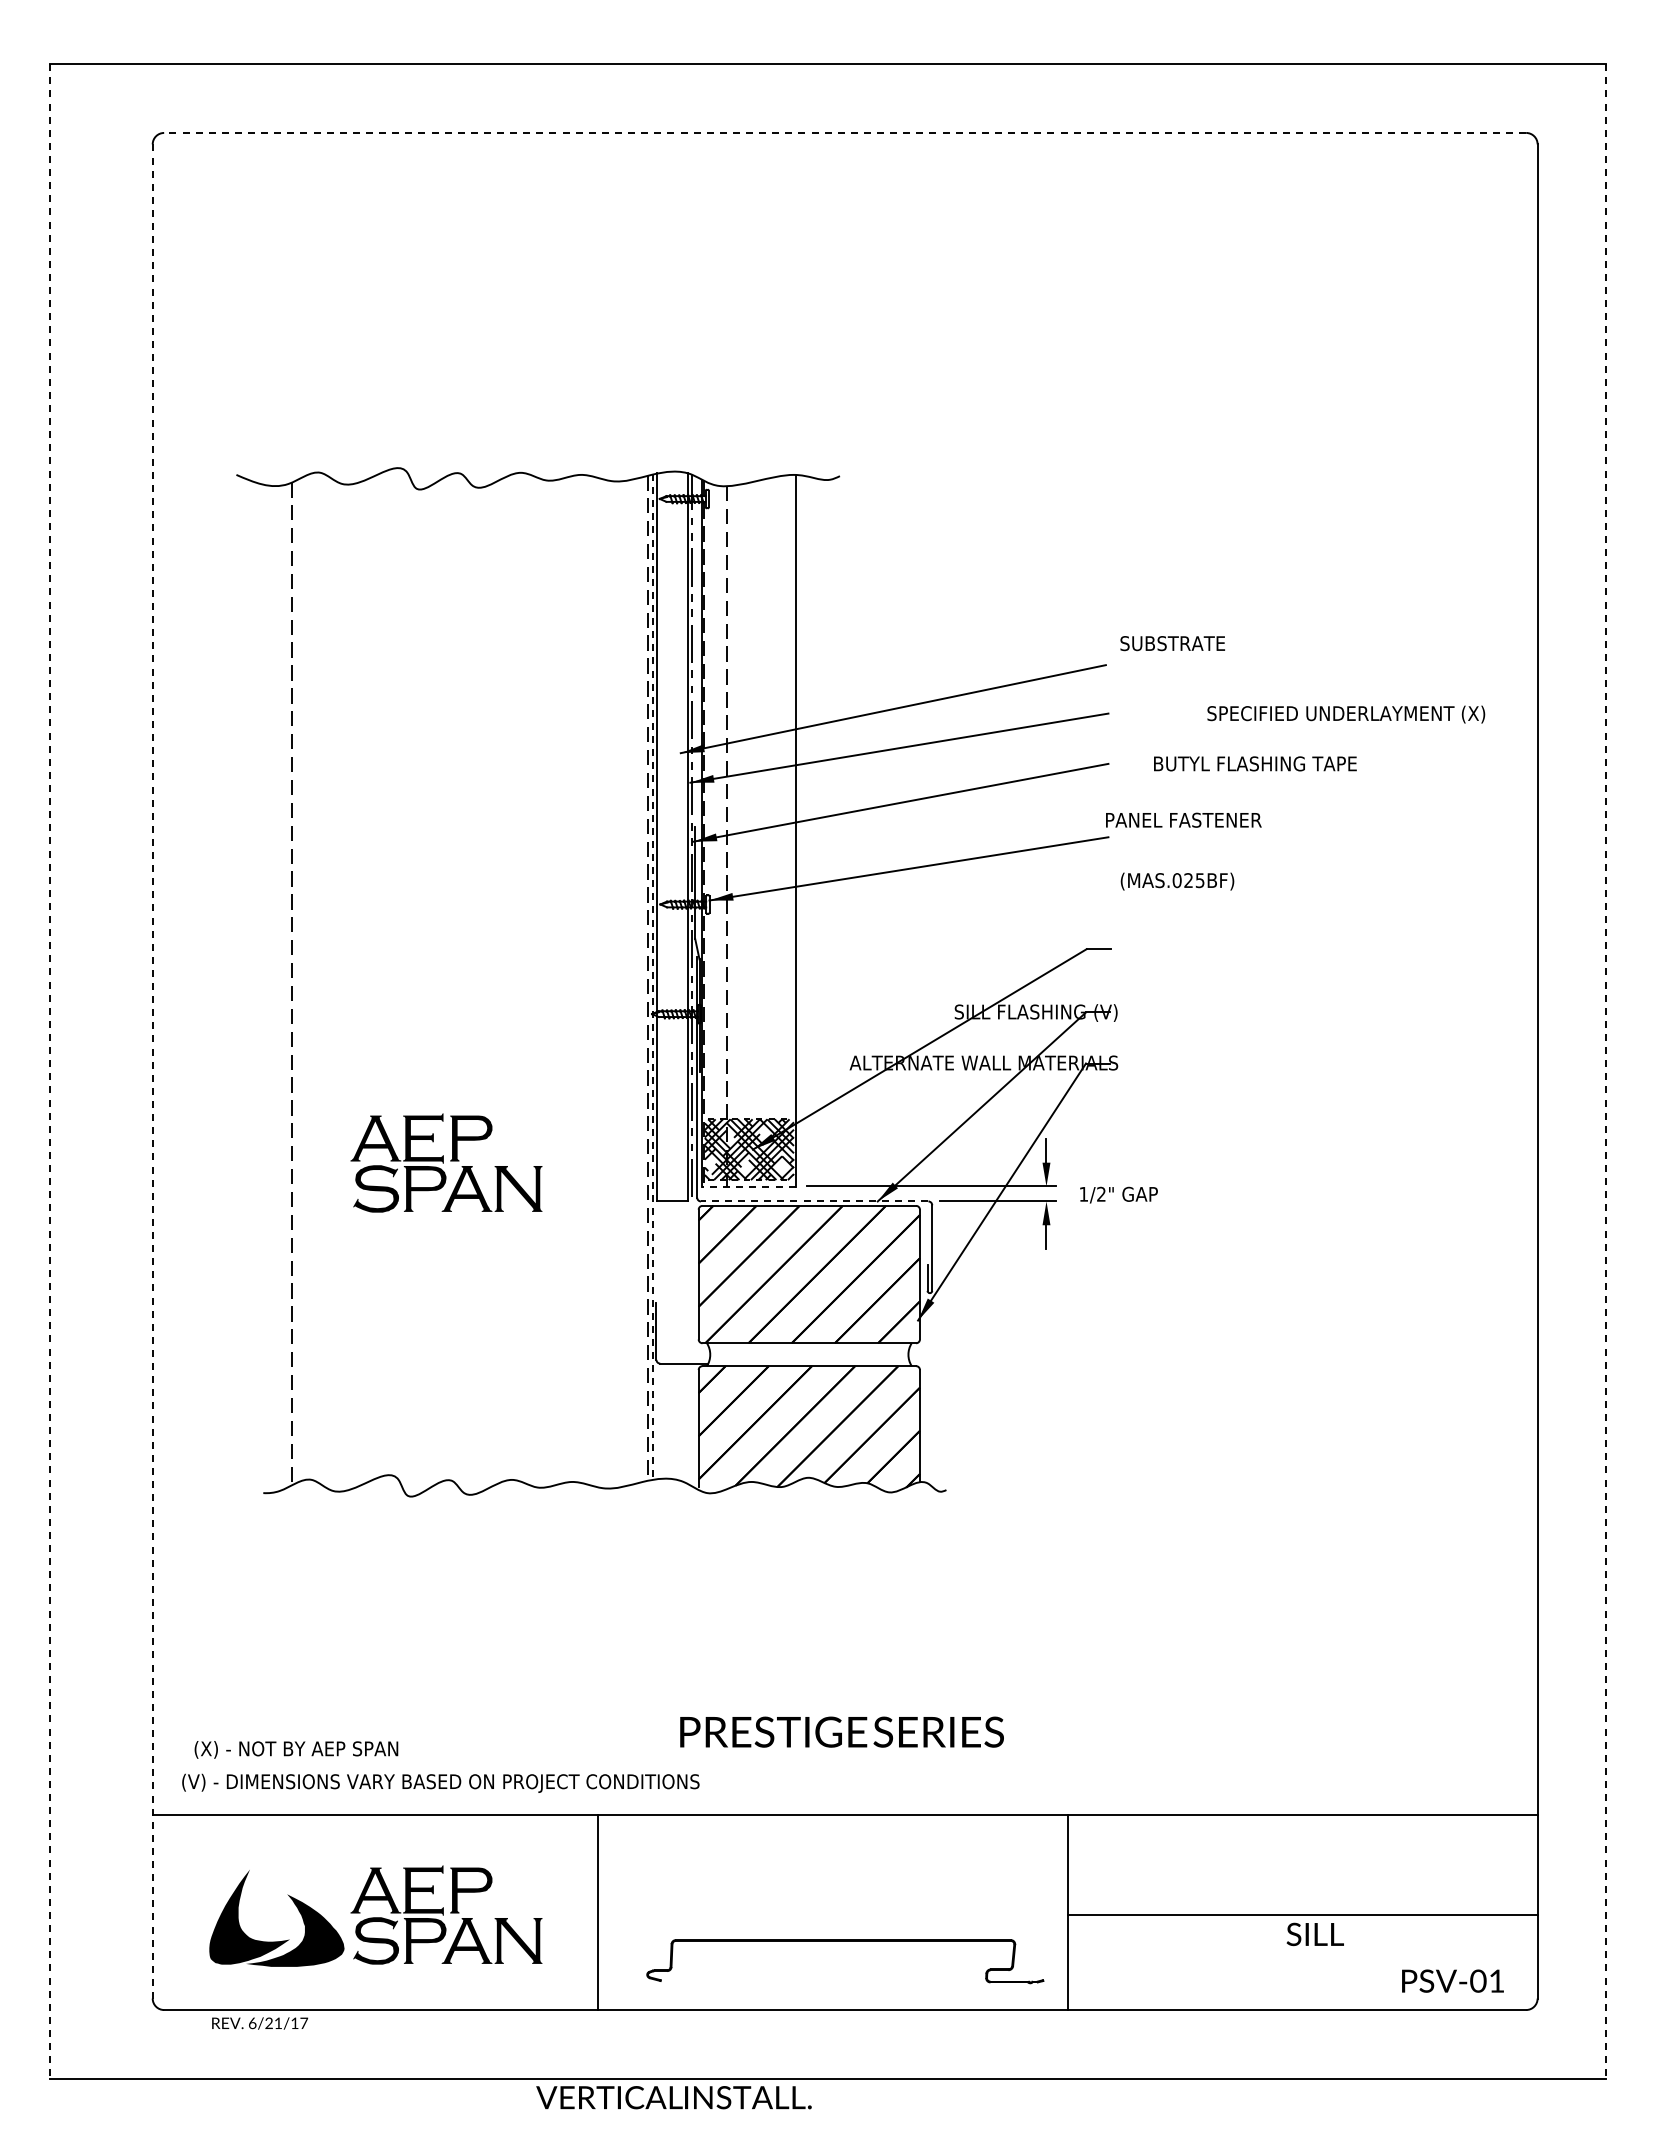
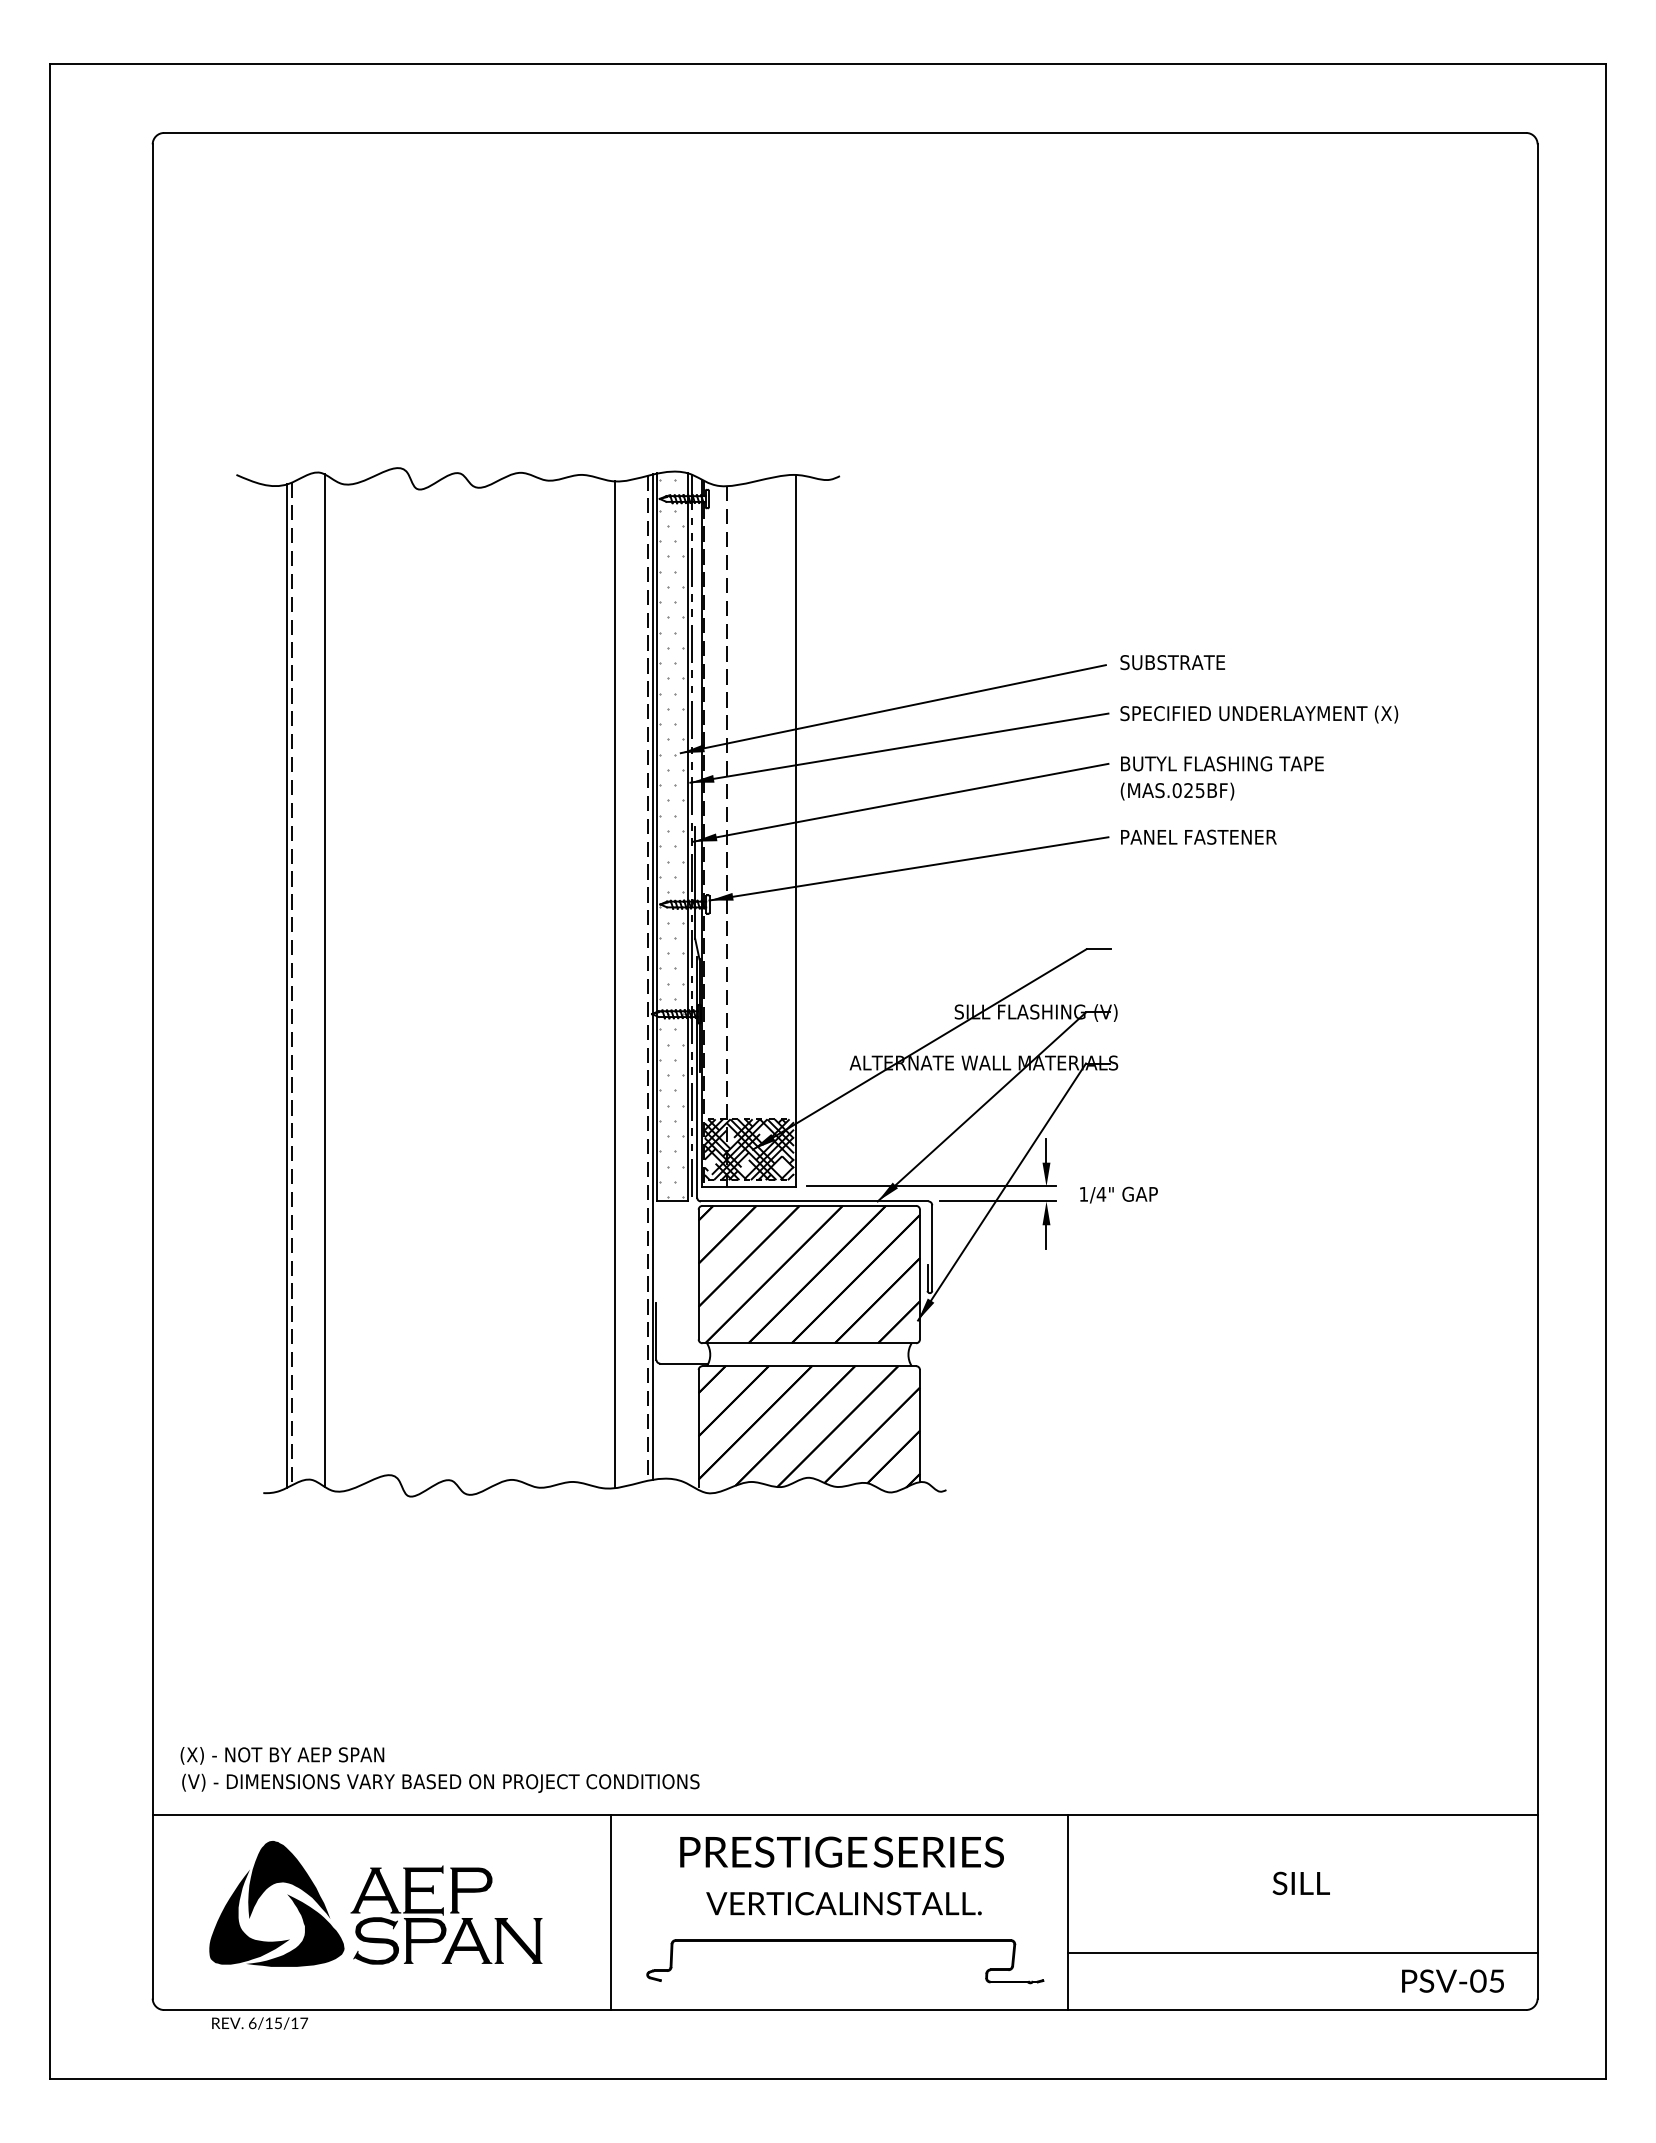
line at (844, 132): dashed -> solid
text at (1172, 643) position: (1172, 643) -> (1172, 662)
text at (1346, 714) position: (1346, 714) -> (1259, 714)
text at (1255, 763) position: (1255, 763) -> (1222, 763)
text at (1183, 819) position: (1183, 819) -> (1198, 836)
hatch at (671, 838): none -> present
text at (1177, 881) position: (1177, 881) -> (1177, 791)
line at (652, 976): dashed -> solid
line at (324, 979): none -> present
line at (614, 984): none -> present
line at (286, 986): none -> present
line at (49, 1071): dashed -> solid
line at (152, 1071): dashed -> solid
line at (1606, 1071): dashed -> solid
part at (446, 1162): present -> none
line at (749, 1186): dashed -> solid
text at (1101, 1193): 1/2" -> 1/4"
line at (814, 1201): dashed -> solid
text at (841, 1731) position: (841, 1731) -> (841, 1851)
text at (296, 1749) position: (296, 1749) -> (282, 1755)
fill at (289, 1879): none -> present
line at (597, 1912) position: (597, 1912) -> (610, 1912)
line at (1302, 1914) position: (1302, 1914) -> (1302, 1952)
text at (1314, 1934) position: (1314, 1934) -> (1300, 1883)
text at (1496, 1980): PSV-01 -> PSV-05
text at (273, 2023): 6/21/17 -> 6/15/17
text at (673, 2097) position: (673, 2097) -> (843, 1903)
